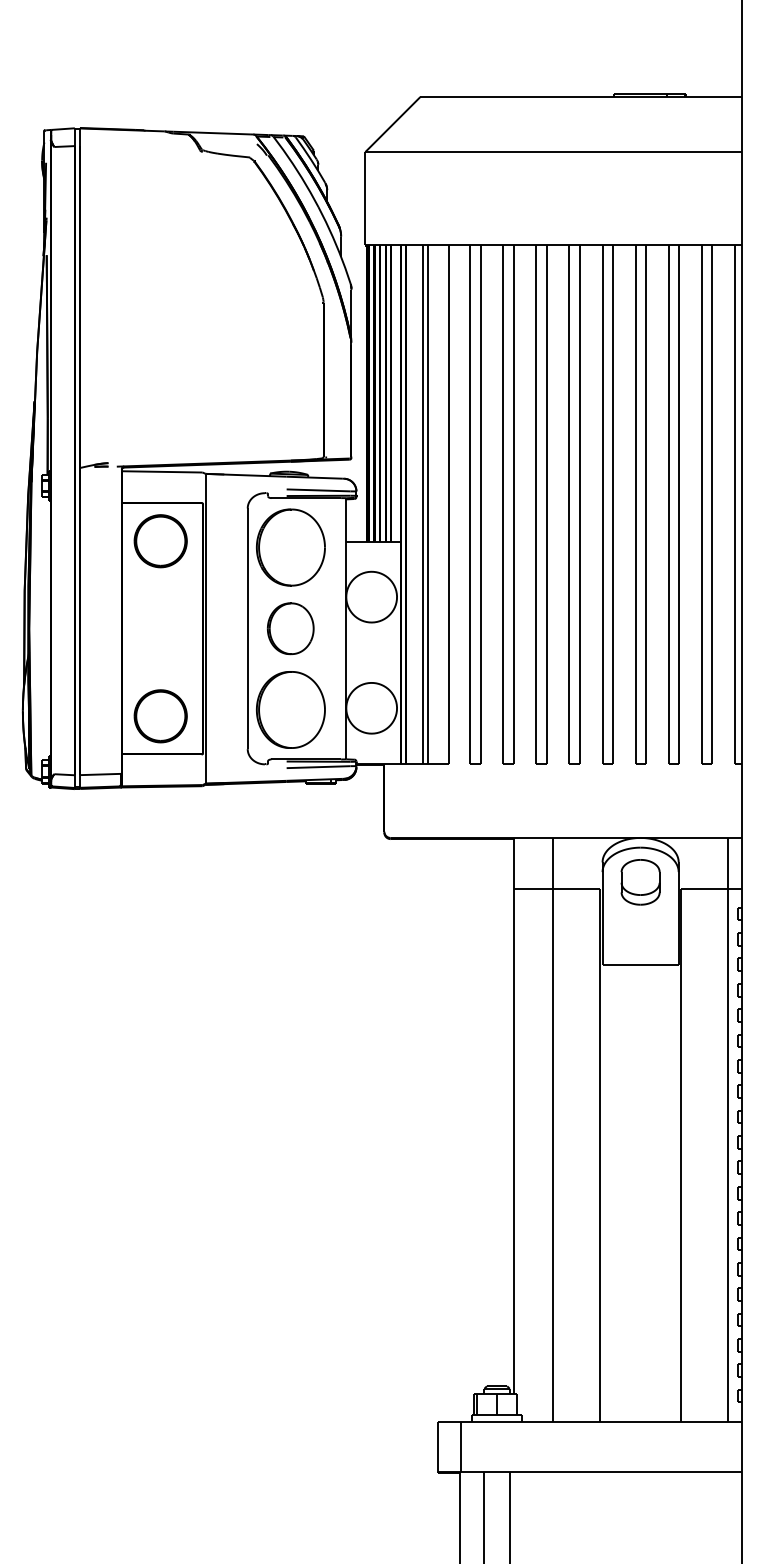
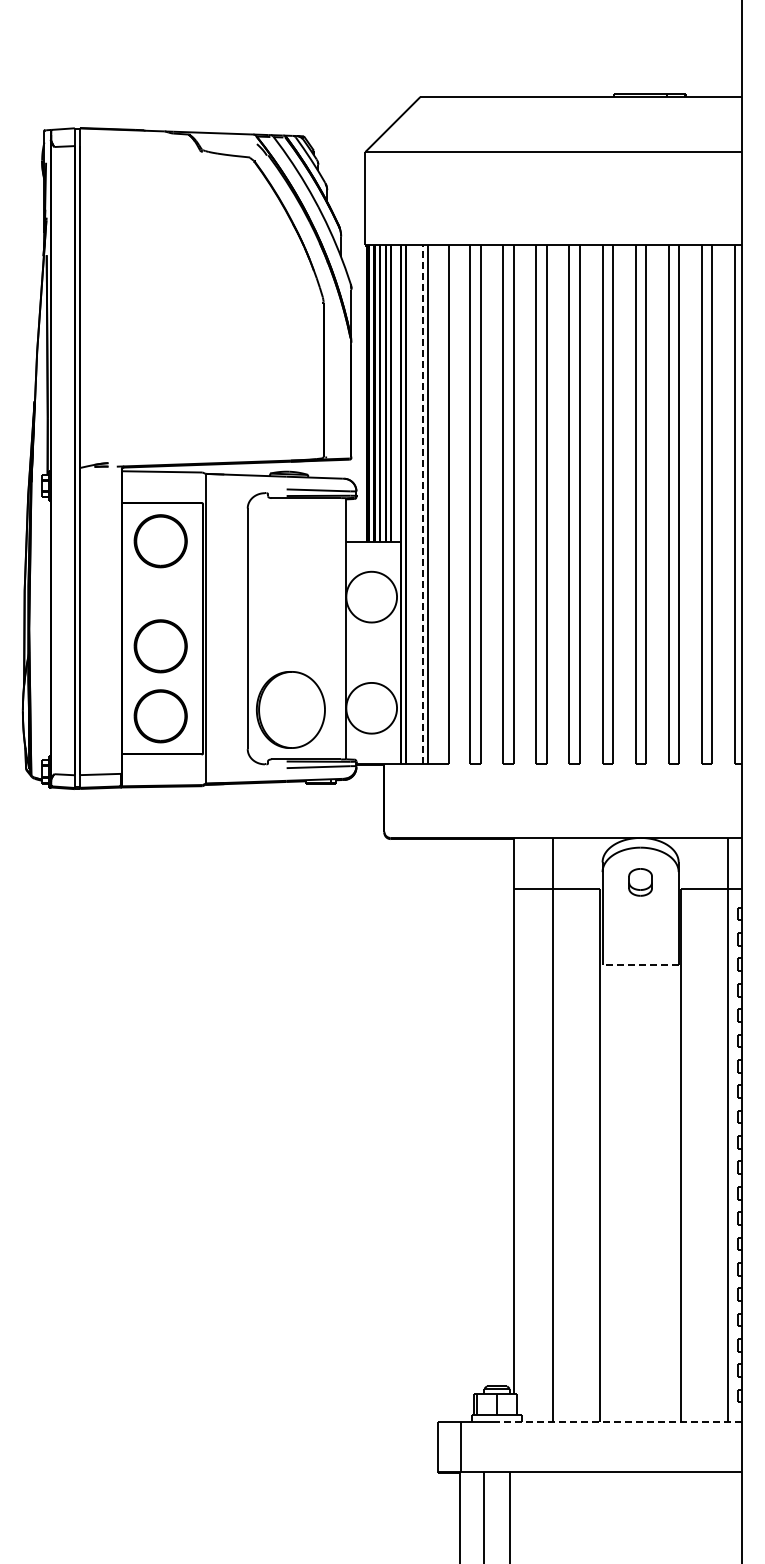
line at (423, 504): solid -> dashed
part at (290, 547): present -> none
part at (290, 628): present -> none
part at (160, 646): none -> present
part at (640, 882) size: 41x47 px -> 25x29 px
line at (640, 964): solid -> dashed
line at (621, 1421): solid -> dashed
